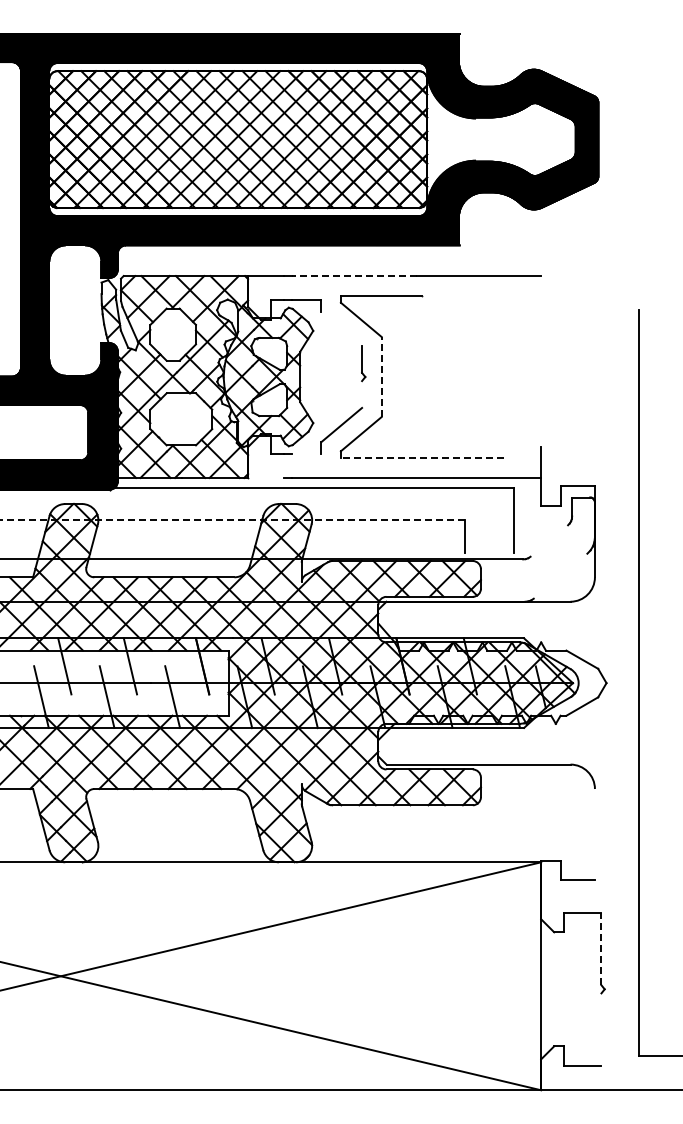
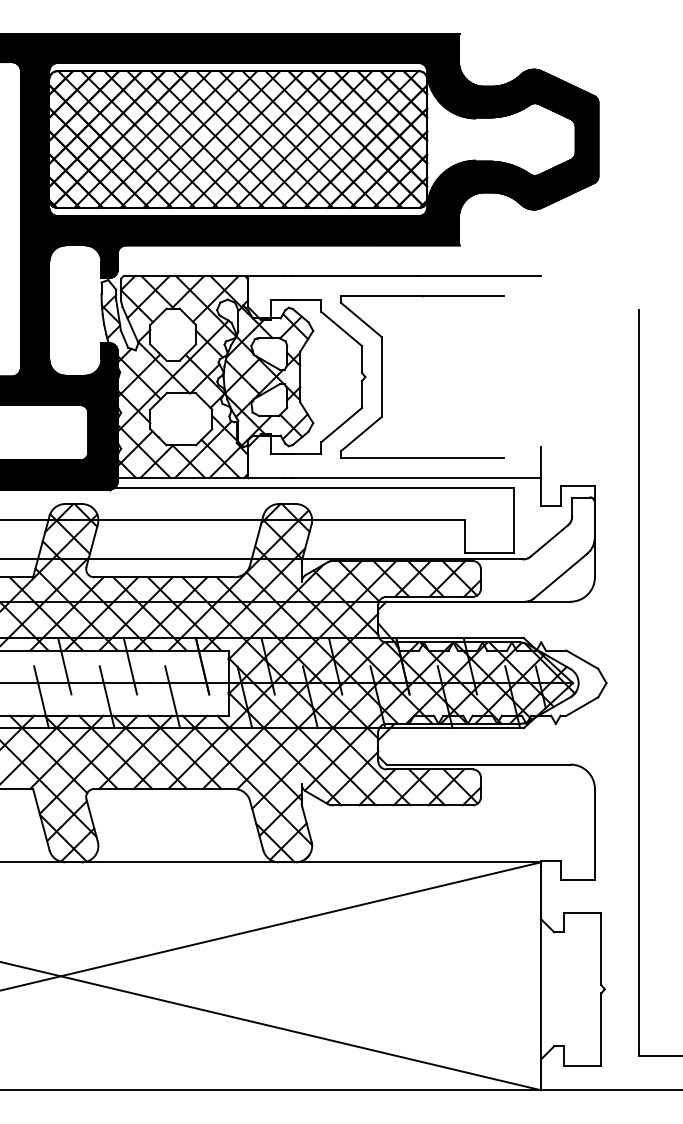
line at (353, 276): dashed -> solid
line at (462, 295): none -> present
line at (341, 328): none -> present
line at (381, 376): dashed -> solid
line at (362, 394): none -> present
line at (306, 453): none -> present
line at (421, 458): dashed -> solid
line at (265, 477): none -> present
line at (231, 520): dashed -> solid
line at (549, 540): none -> present
line at (488, 552): none -> present
line at (560, 575): none -> present
line at (594, 834): none -> present
line at (601, 948): dashed -> solid
line at (601, 1029): none -> present
